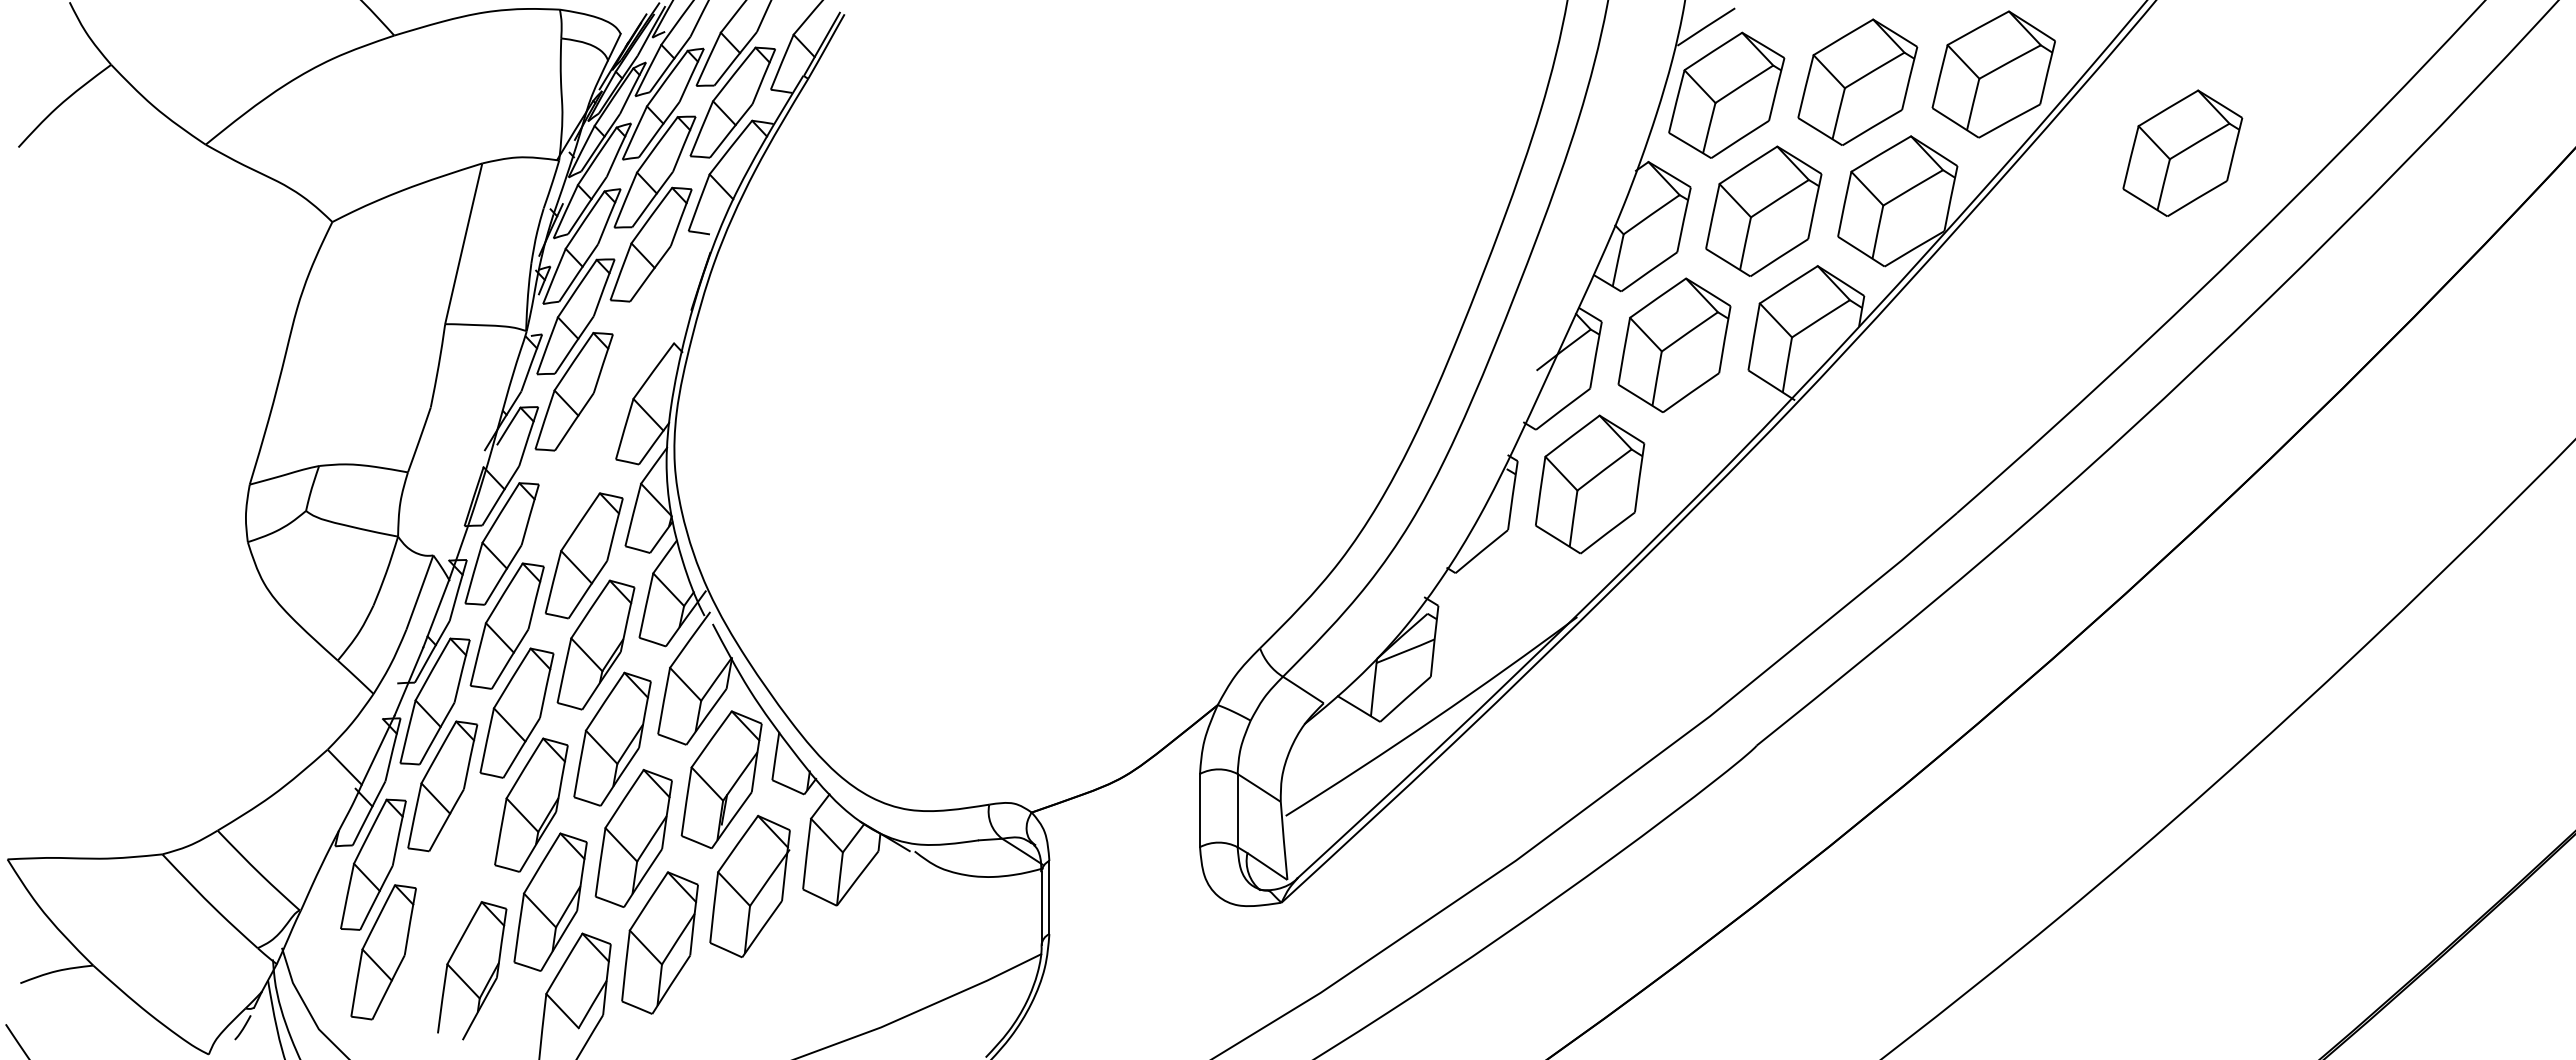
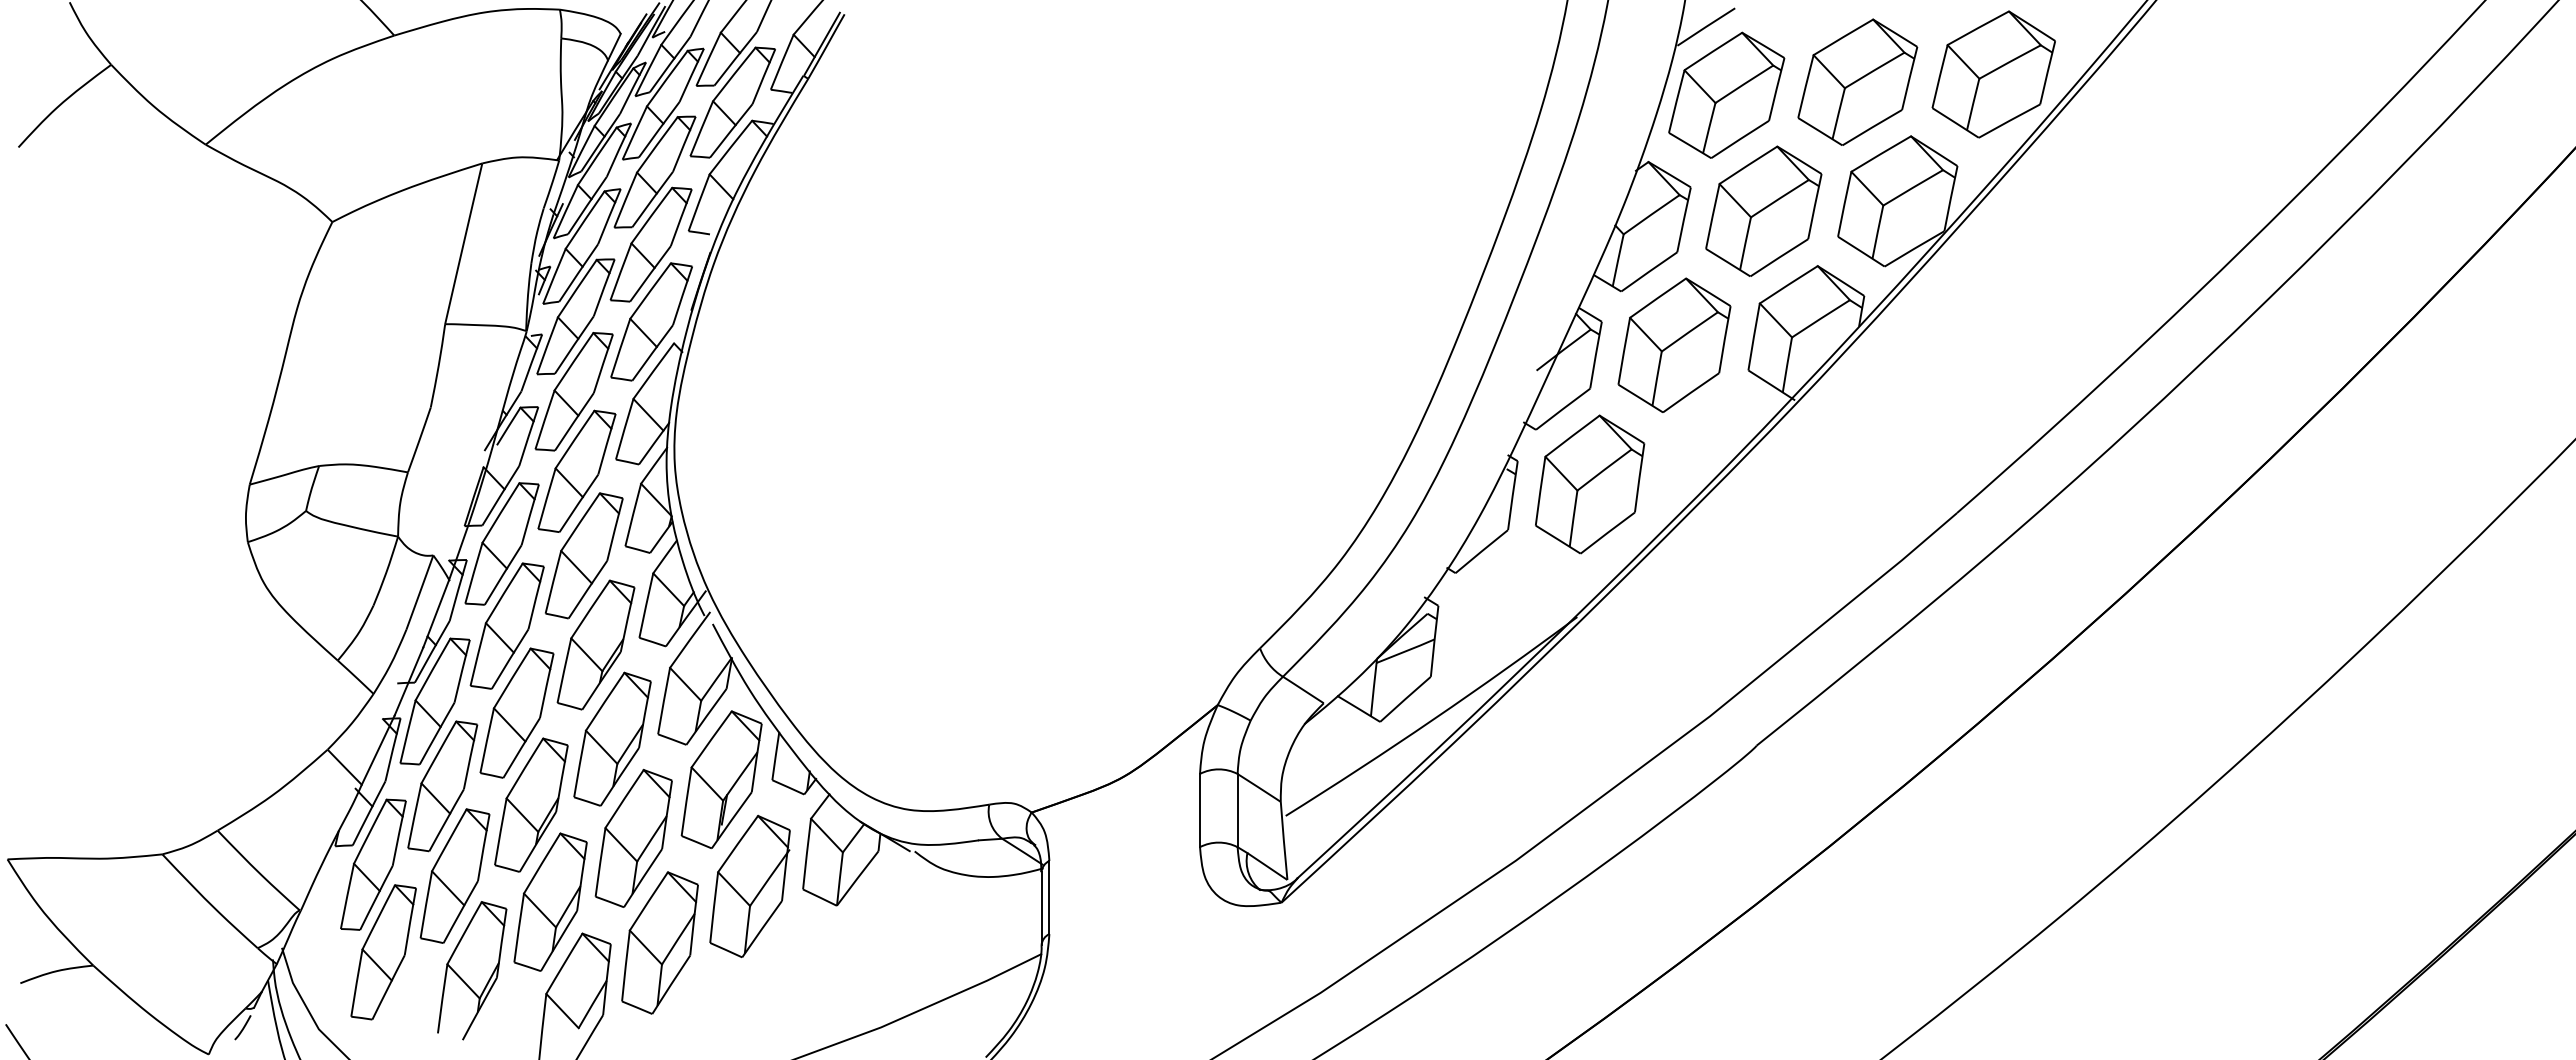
part at (2182, 152): present -> none
part at (651, 321): none -> present
part at (576, 470): none -> present
part at (454, 875): none -> present
